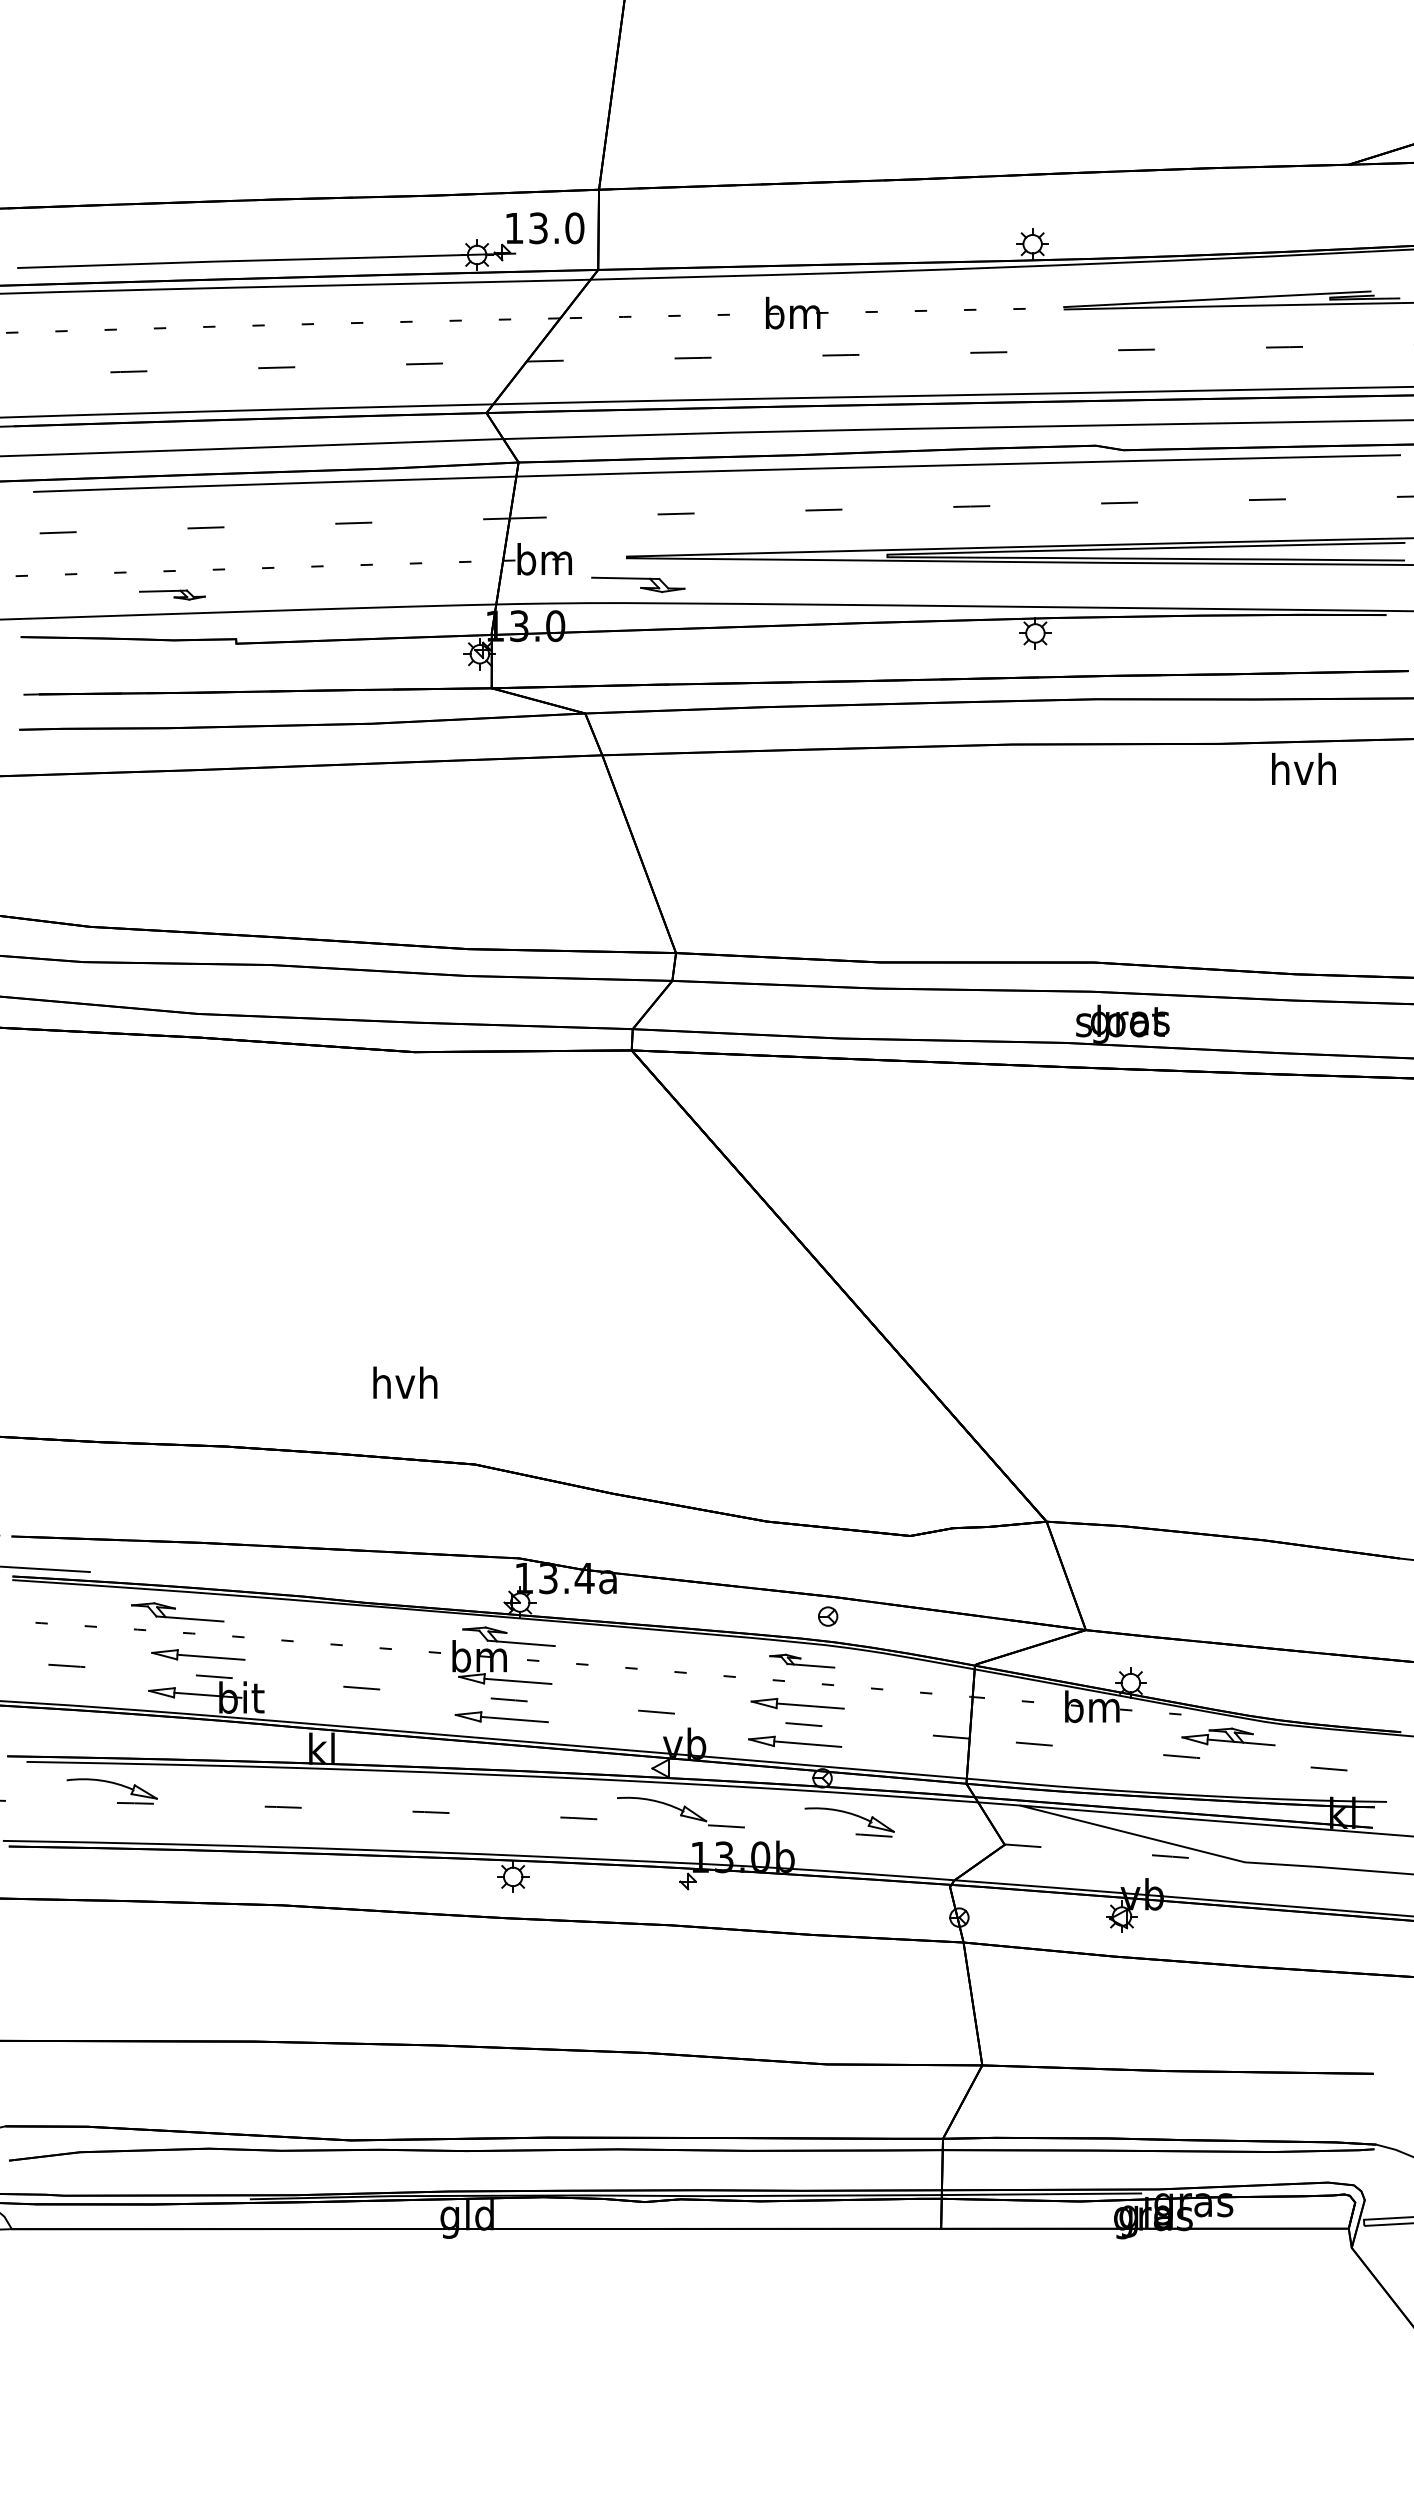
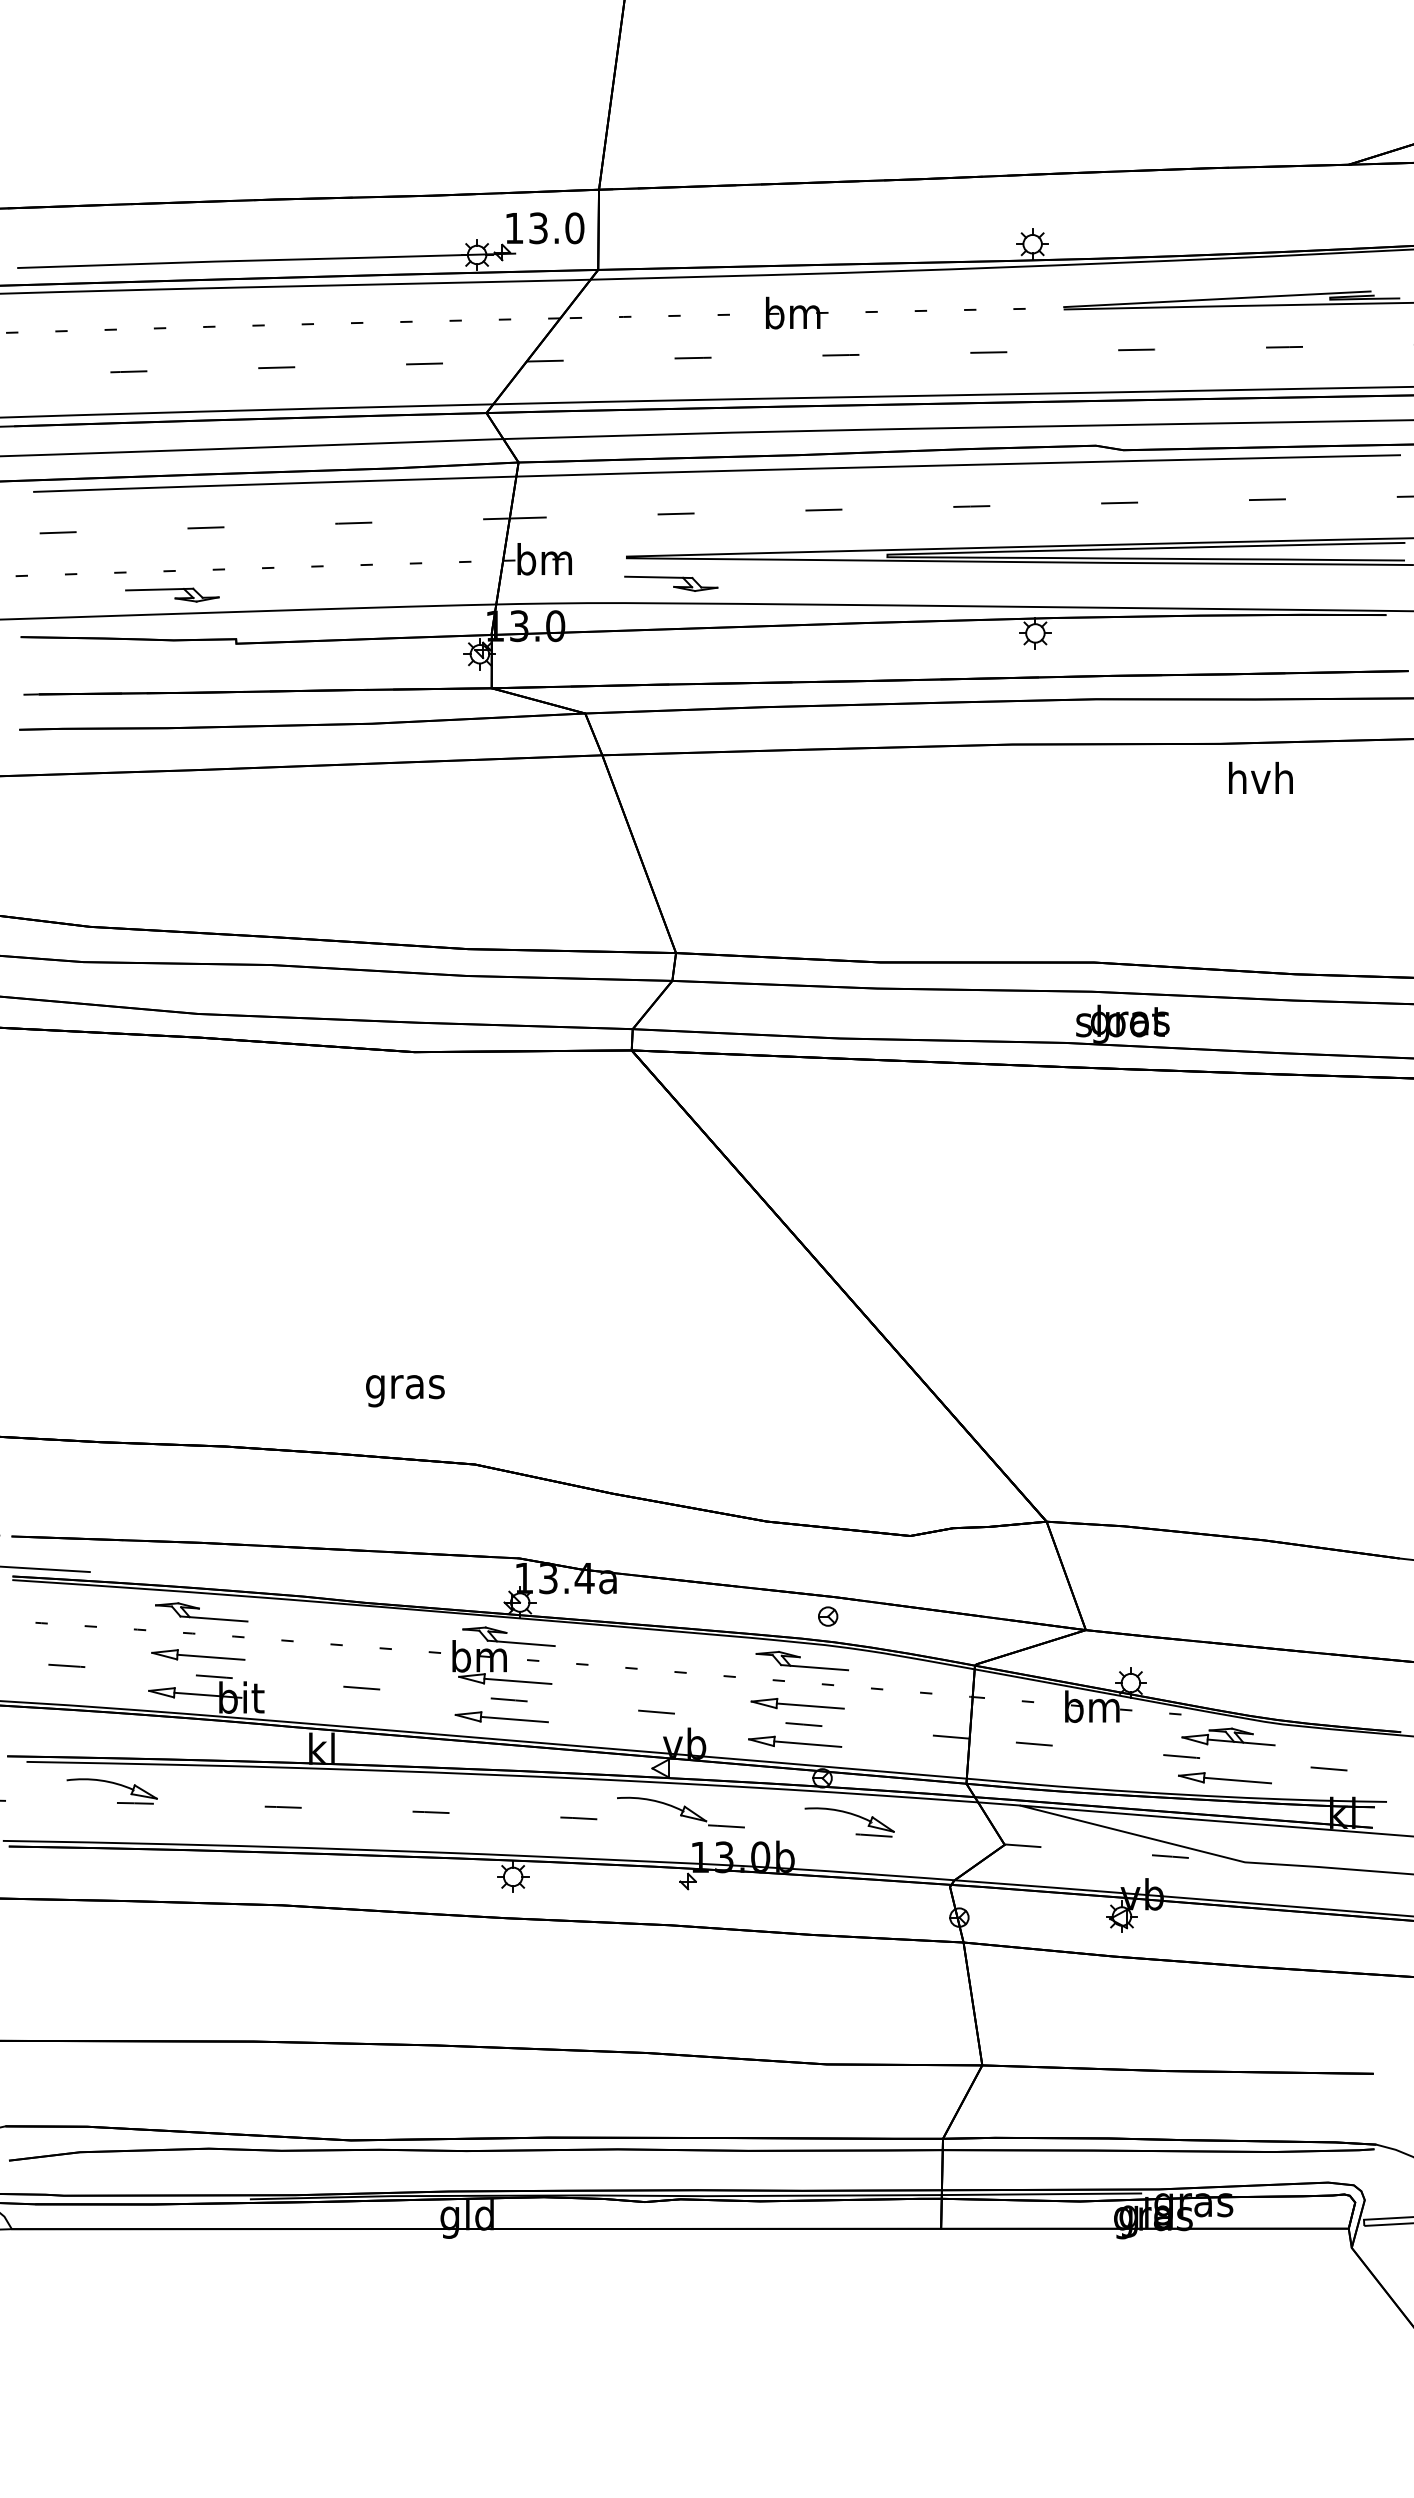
part at (638, 584) position: (638, 584) -> (671, 583)
part at (172, 594) size: 67x12 px -> 95x16 px
text at (1303, 768) position: (1303, 768) -> (1260, 777)
text at (405, 1386): hvh -> gras
part at (177, 1612) position: (177, 1612) -> (201, 1612)
part at (802, 1660) size: 67x16 px -> 94x21 px
part at (1224, 1778): none -> present
